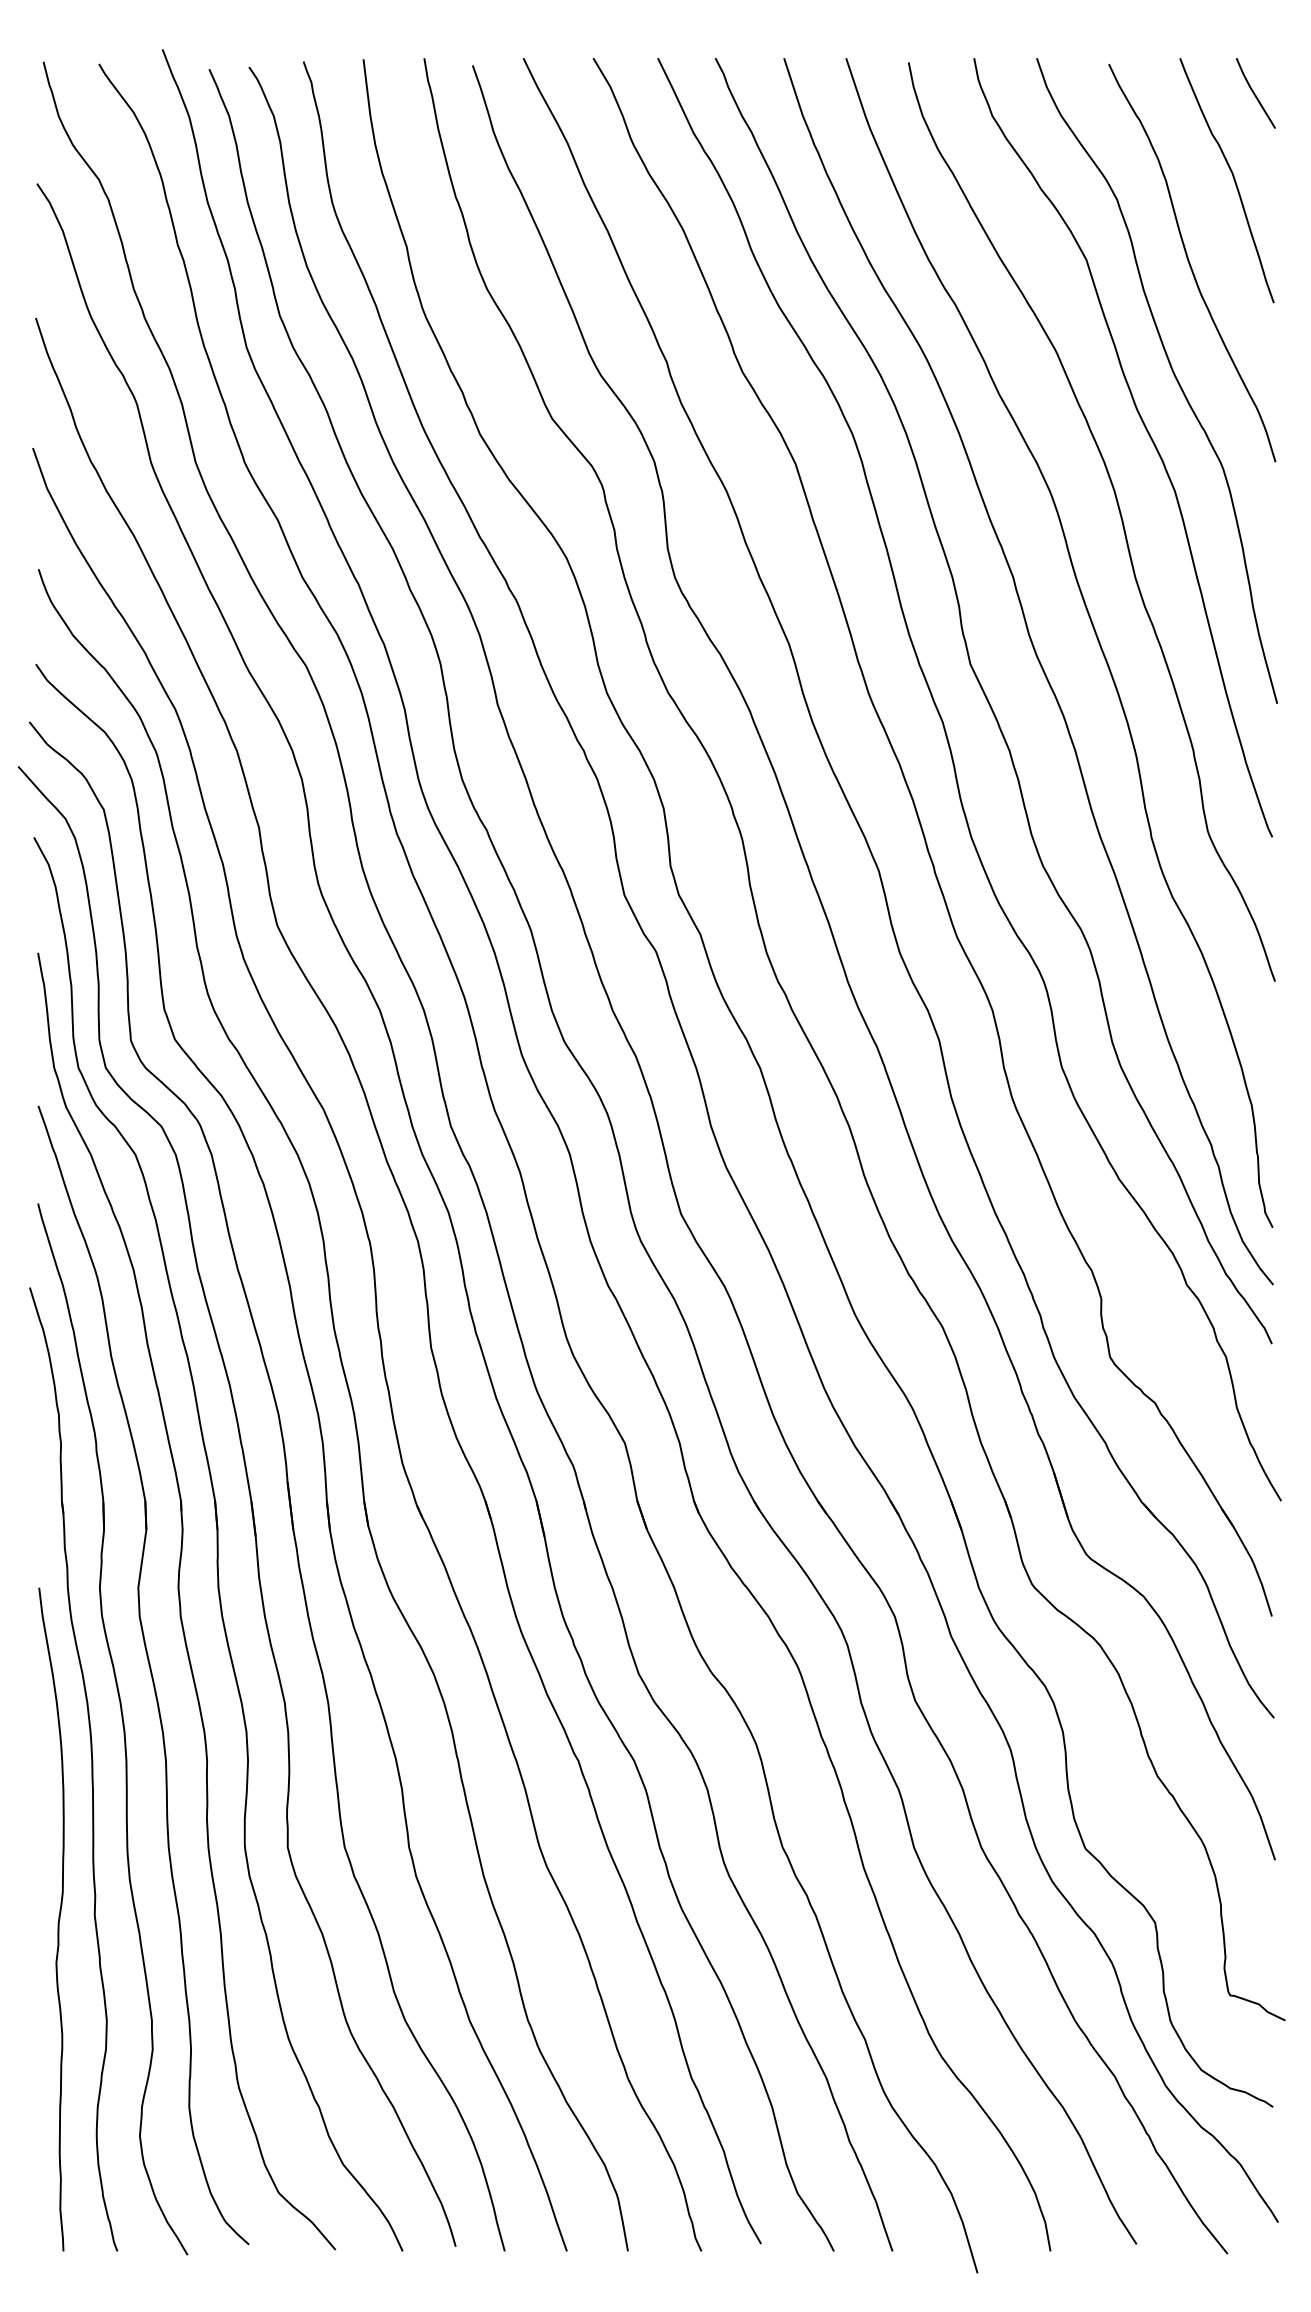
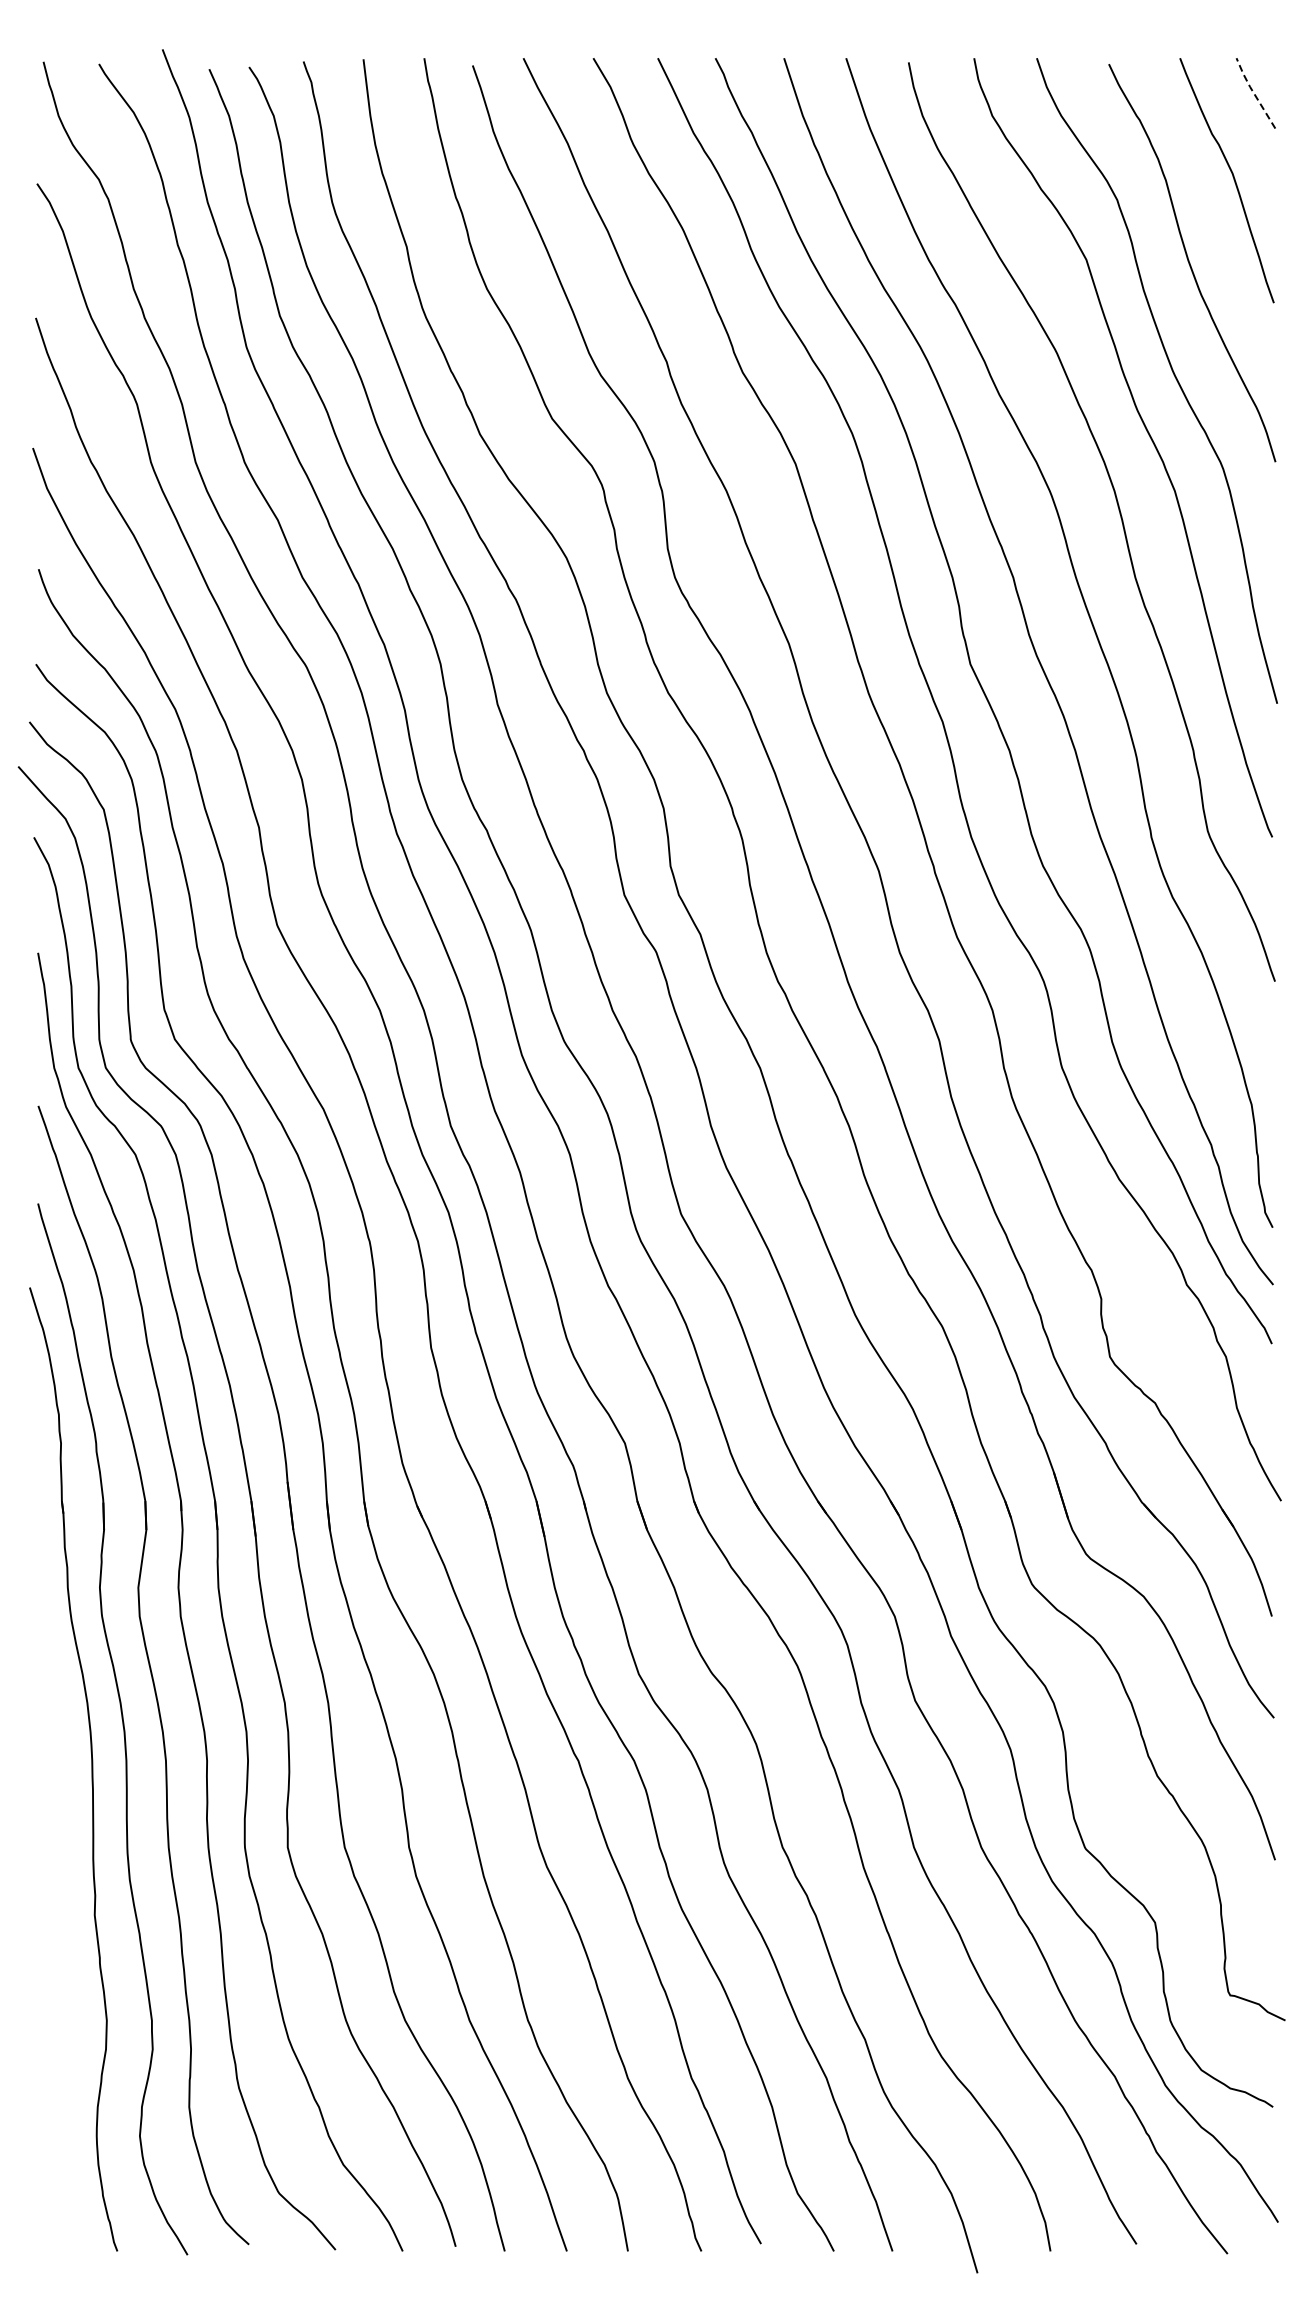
line at (1253, 93): solid -> dashed
curve at (57, 1922): present -> none
